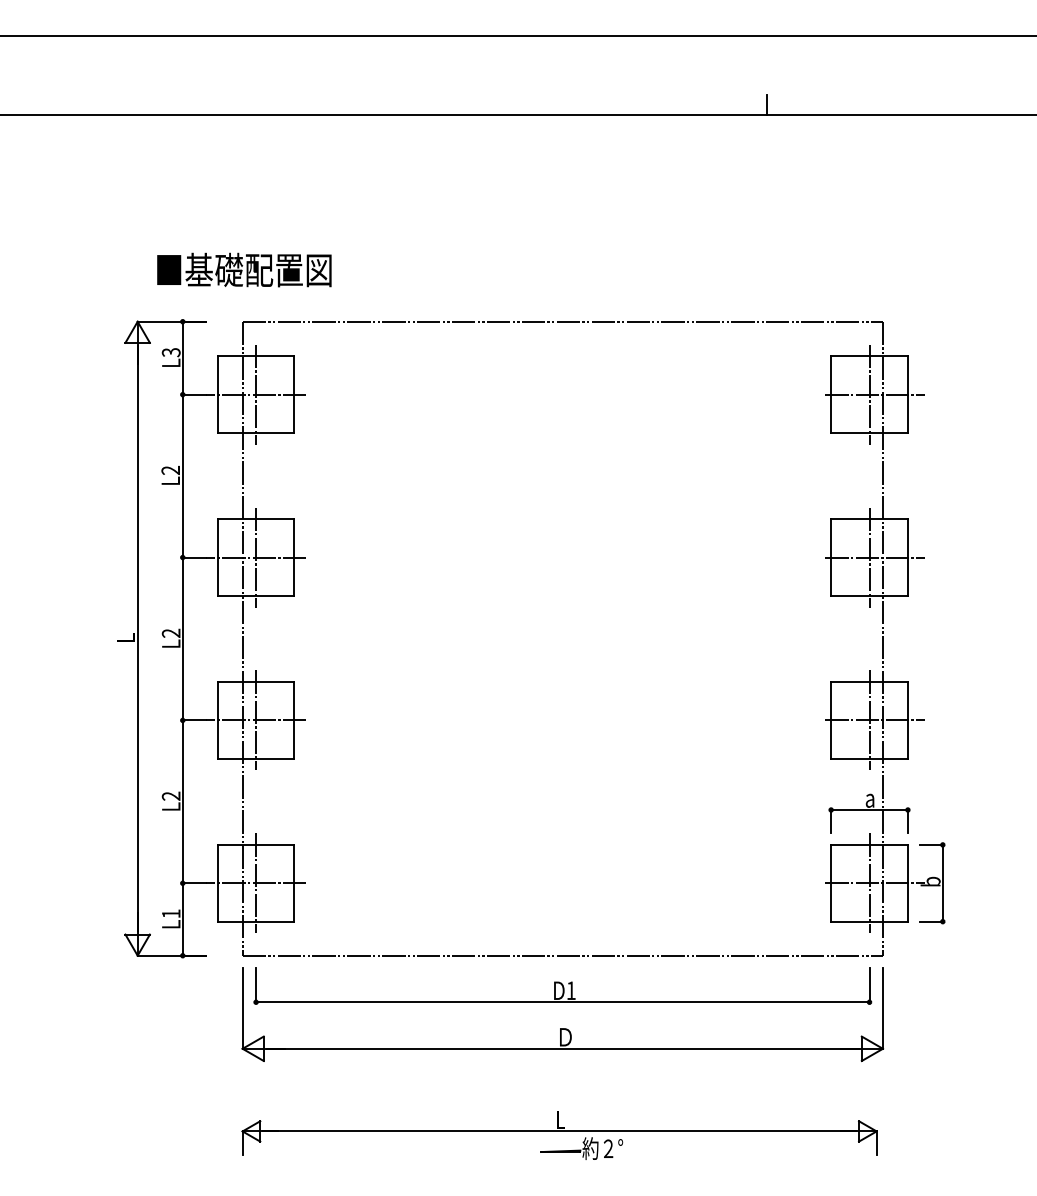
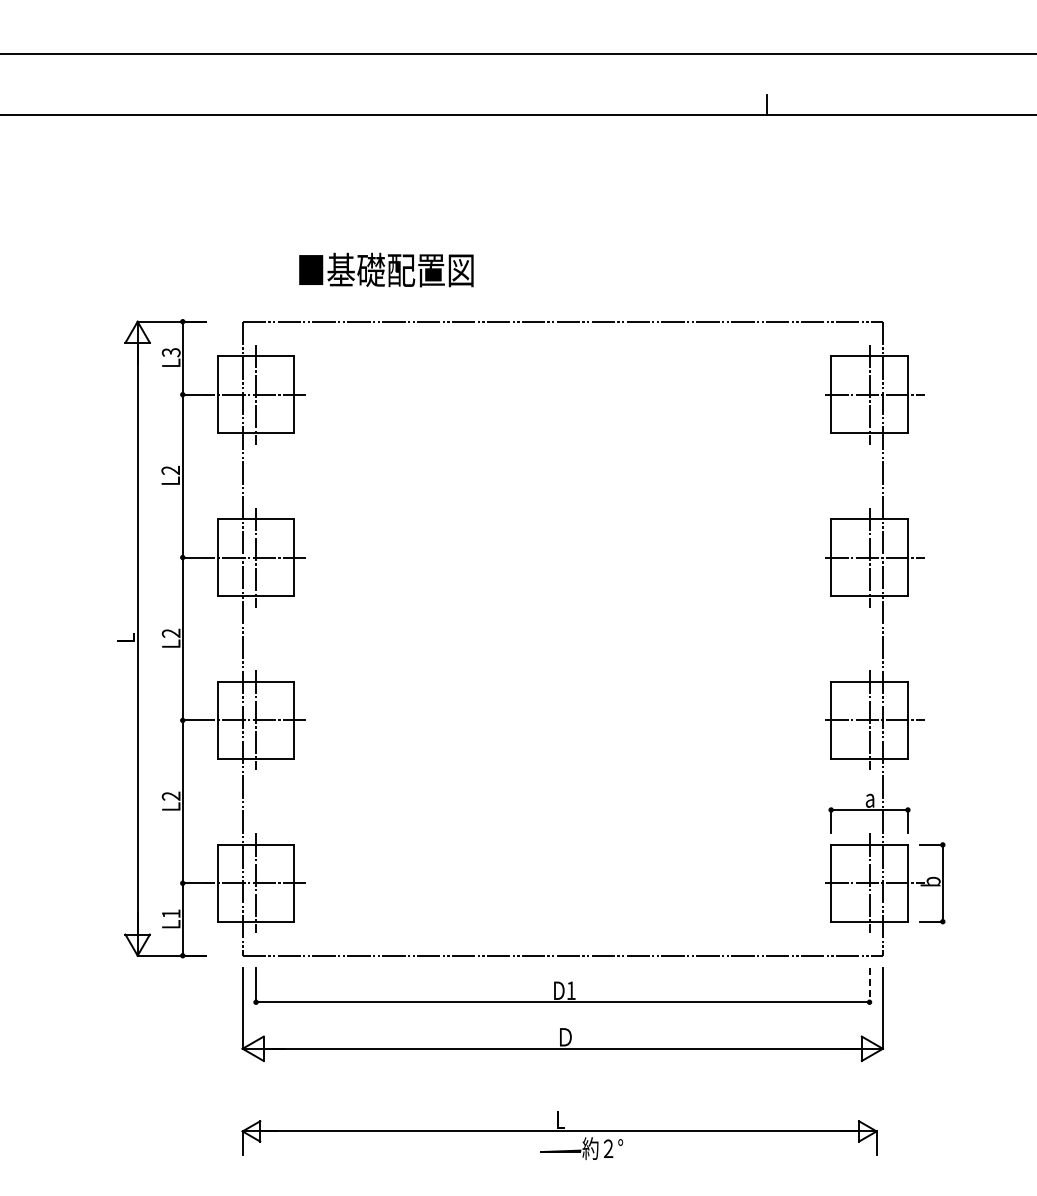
line at (517, 35) position: (517, 35) -> (517, 53)
text at (244, 269) position: (244, 269) -> (386, 269)
line at (869, 985): solid -> dashed
